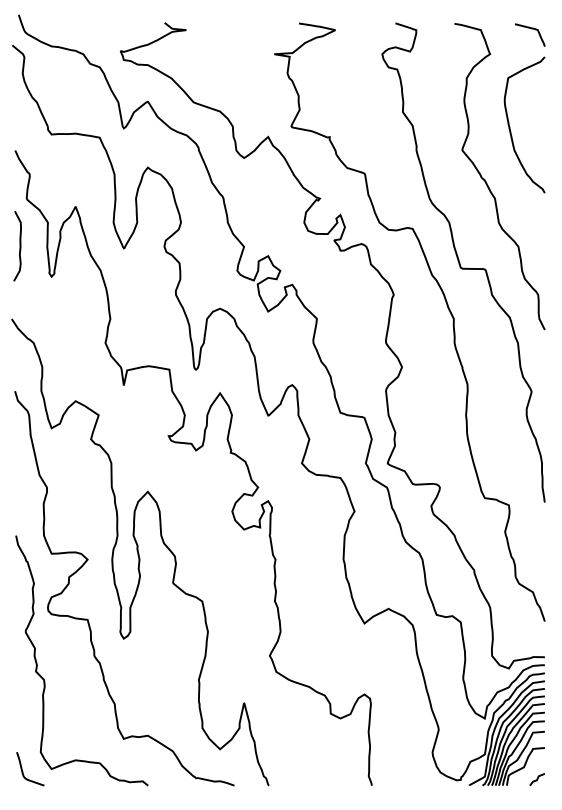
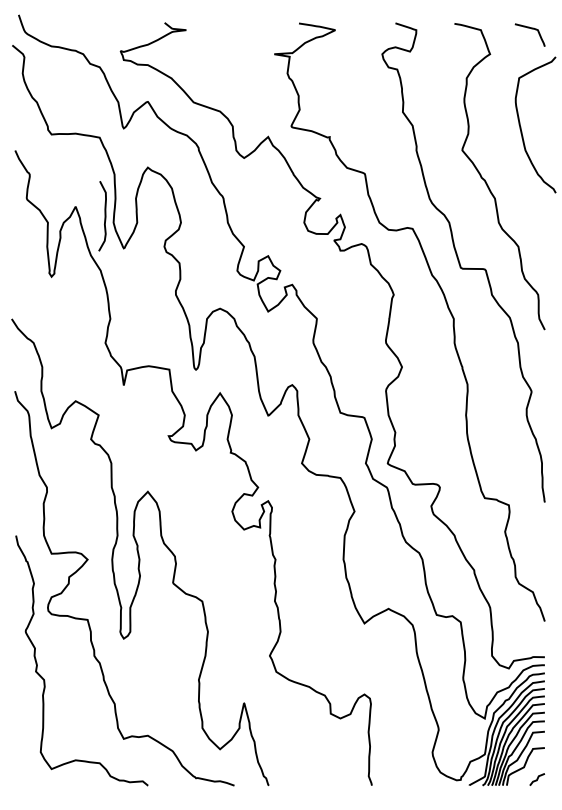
curve at (510, 126) position: (510, 126) -> (521, 126)
curve at (19, 246) position: (19, 246) -> (104, 216)
curve at (23, 771): present -> none
